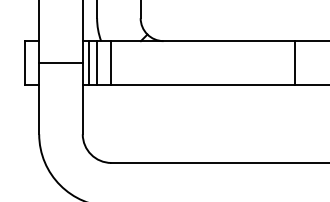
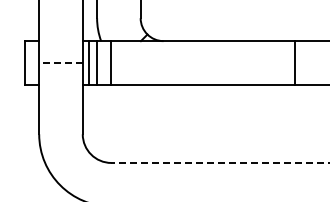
line at (60, 63): solid -> dashed
line at (220, 162): solid -> dashed
